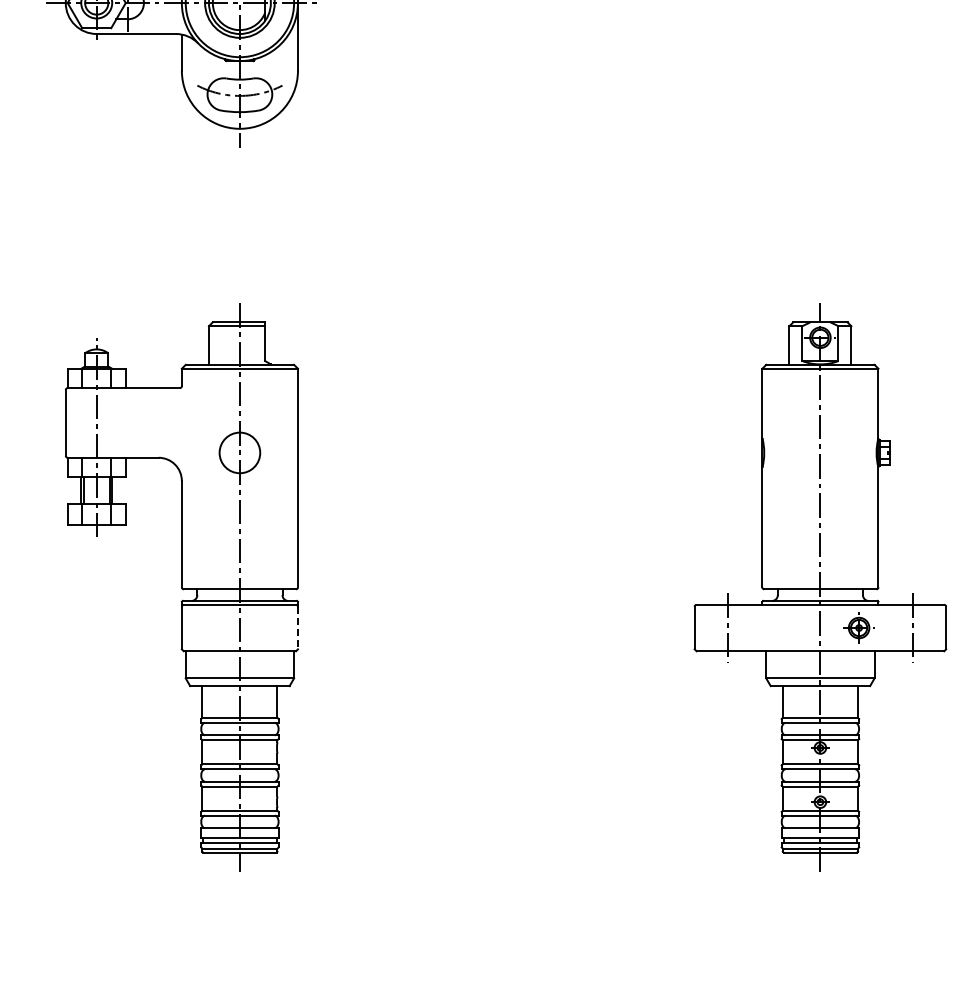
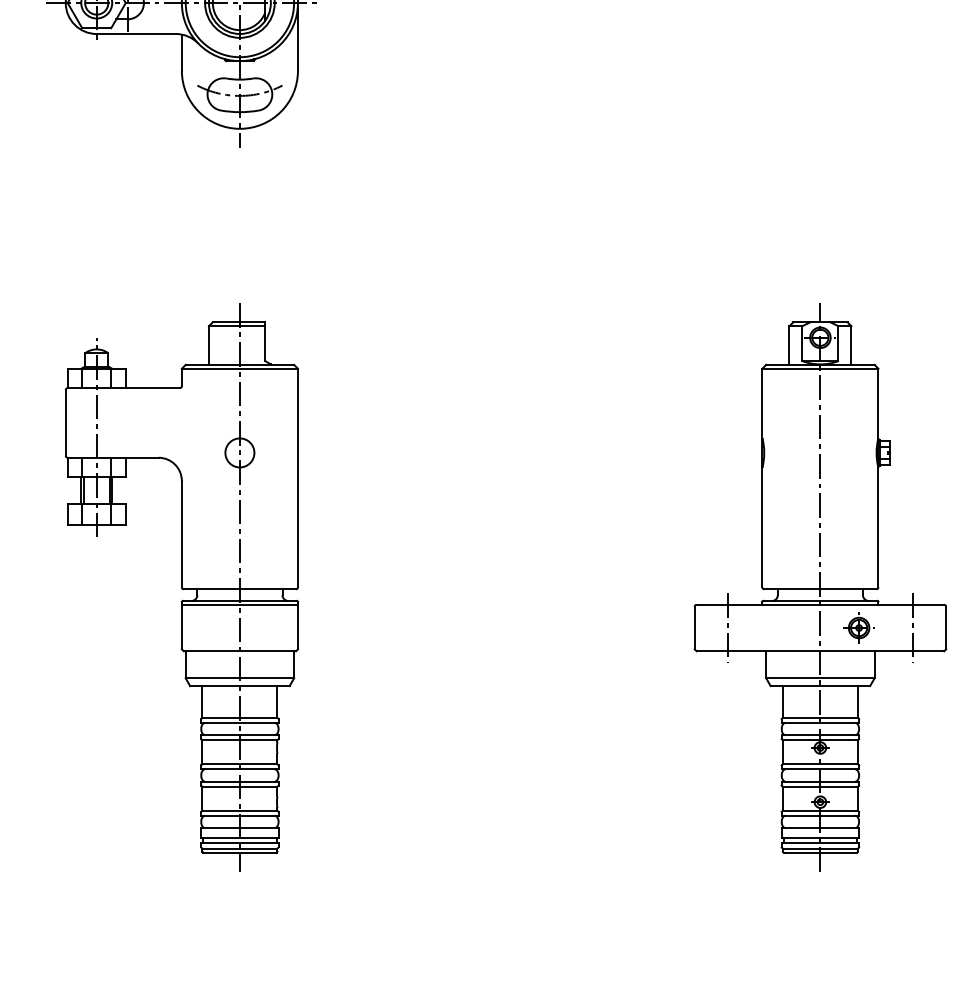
circle at (239, 452) diameter: 41 px -> 29 px
line at (297, 628): dashed -> solid
